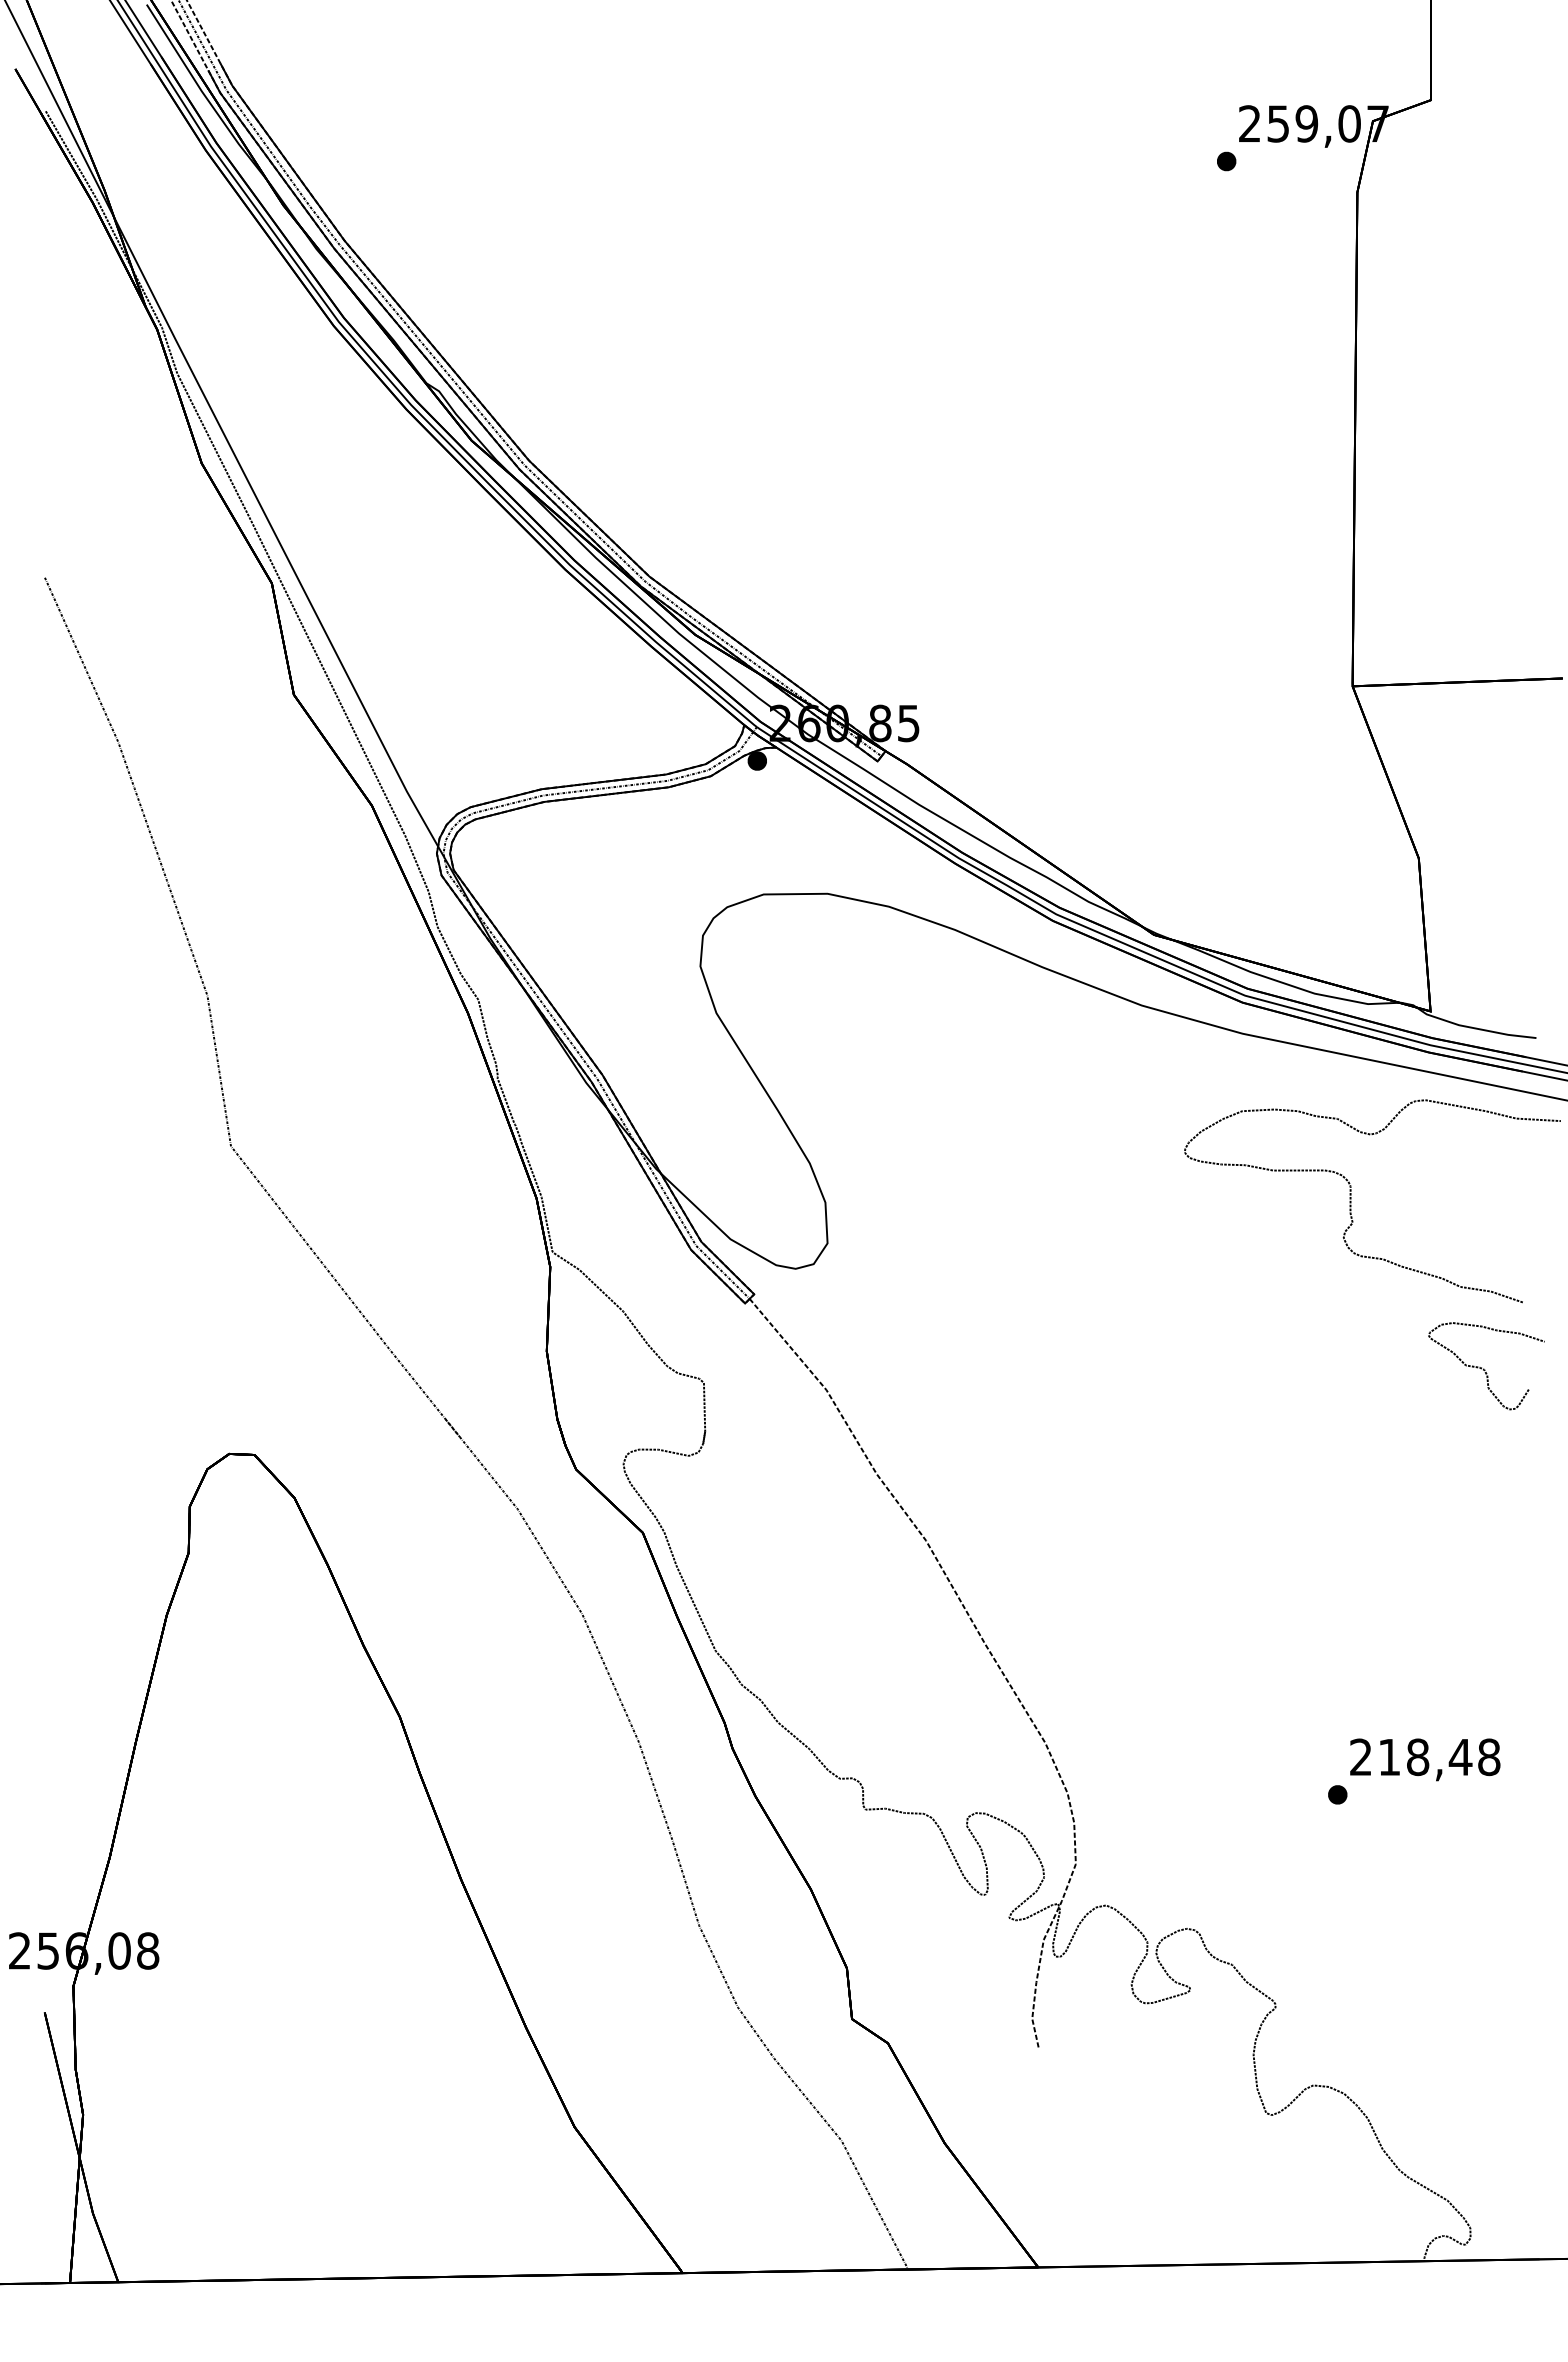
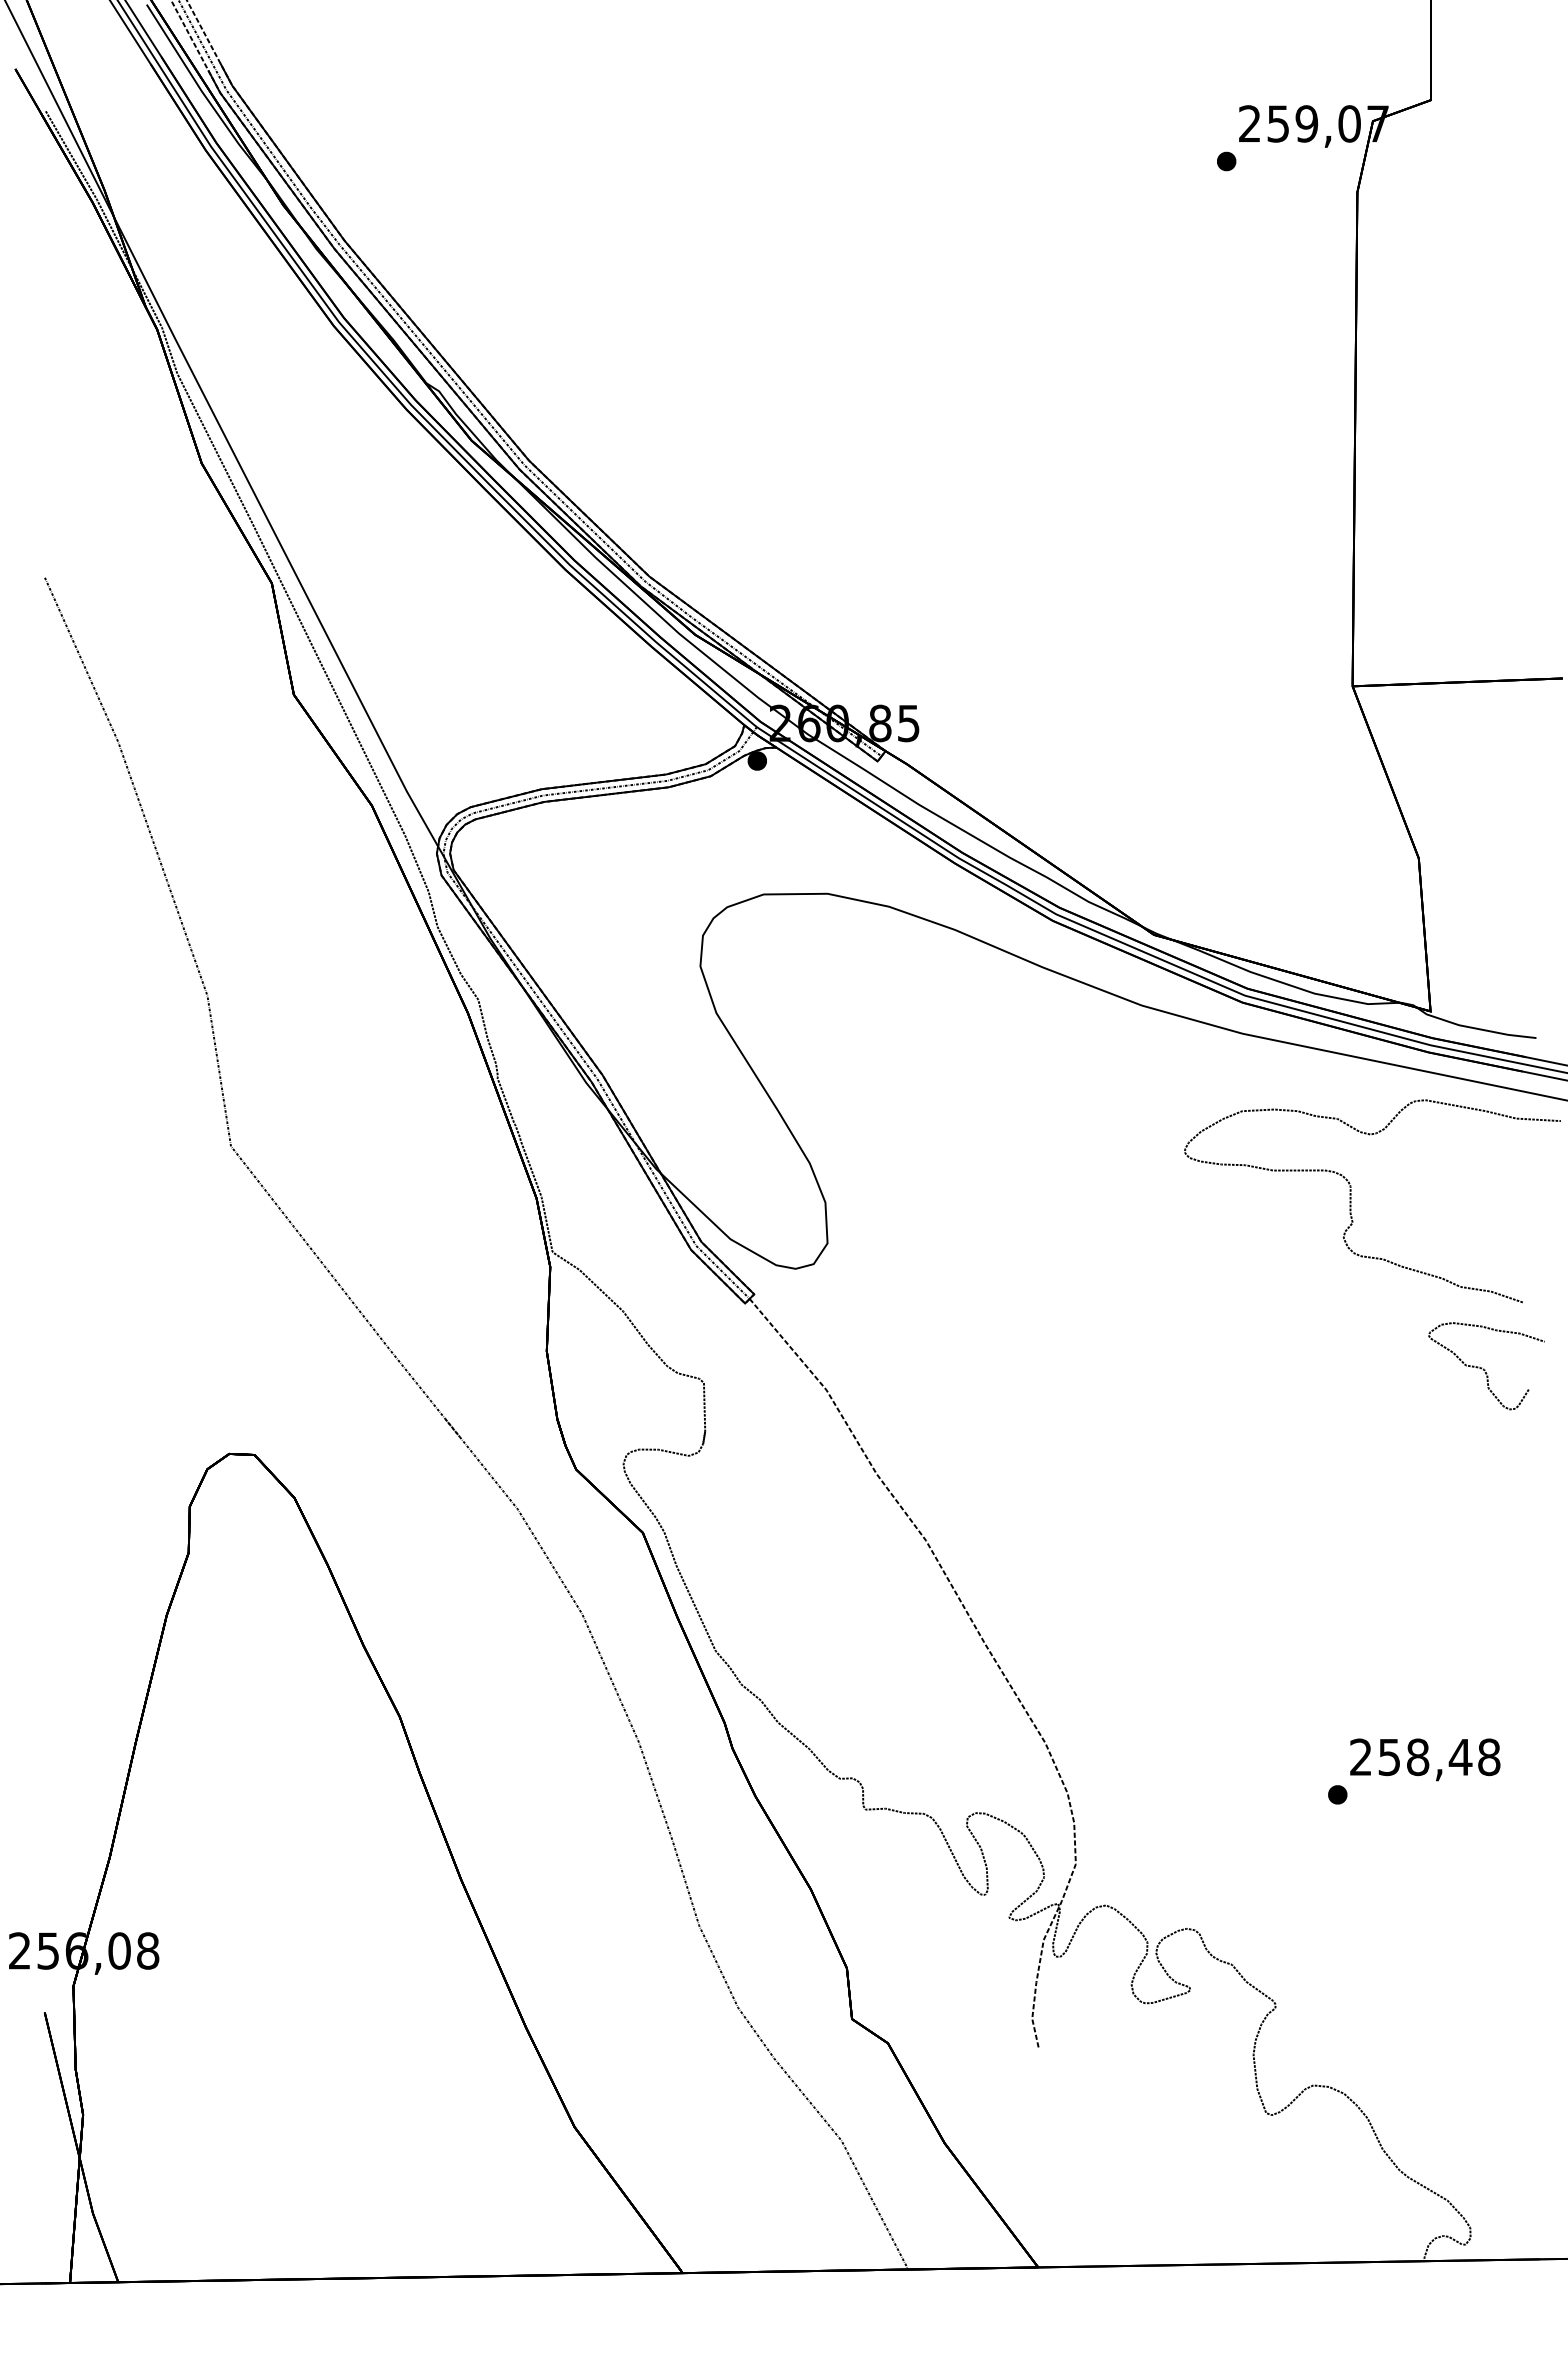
text at (1388, 1757): 218,48 -> 258,48
